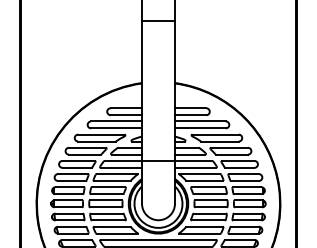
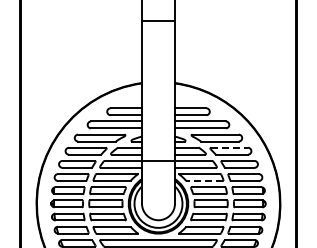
line at (230, 147): solid -> dashed
line at (203, 181): solid -> dashed
